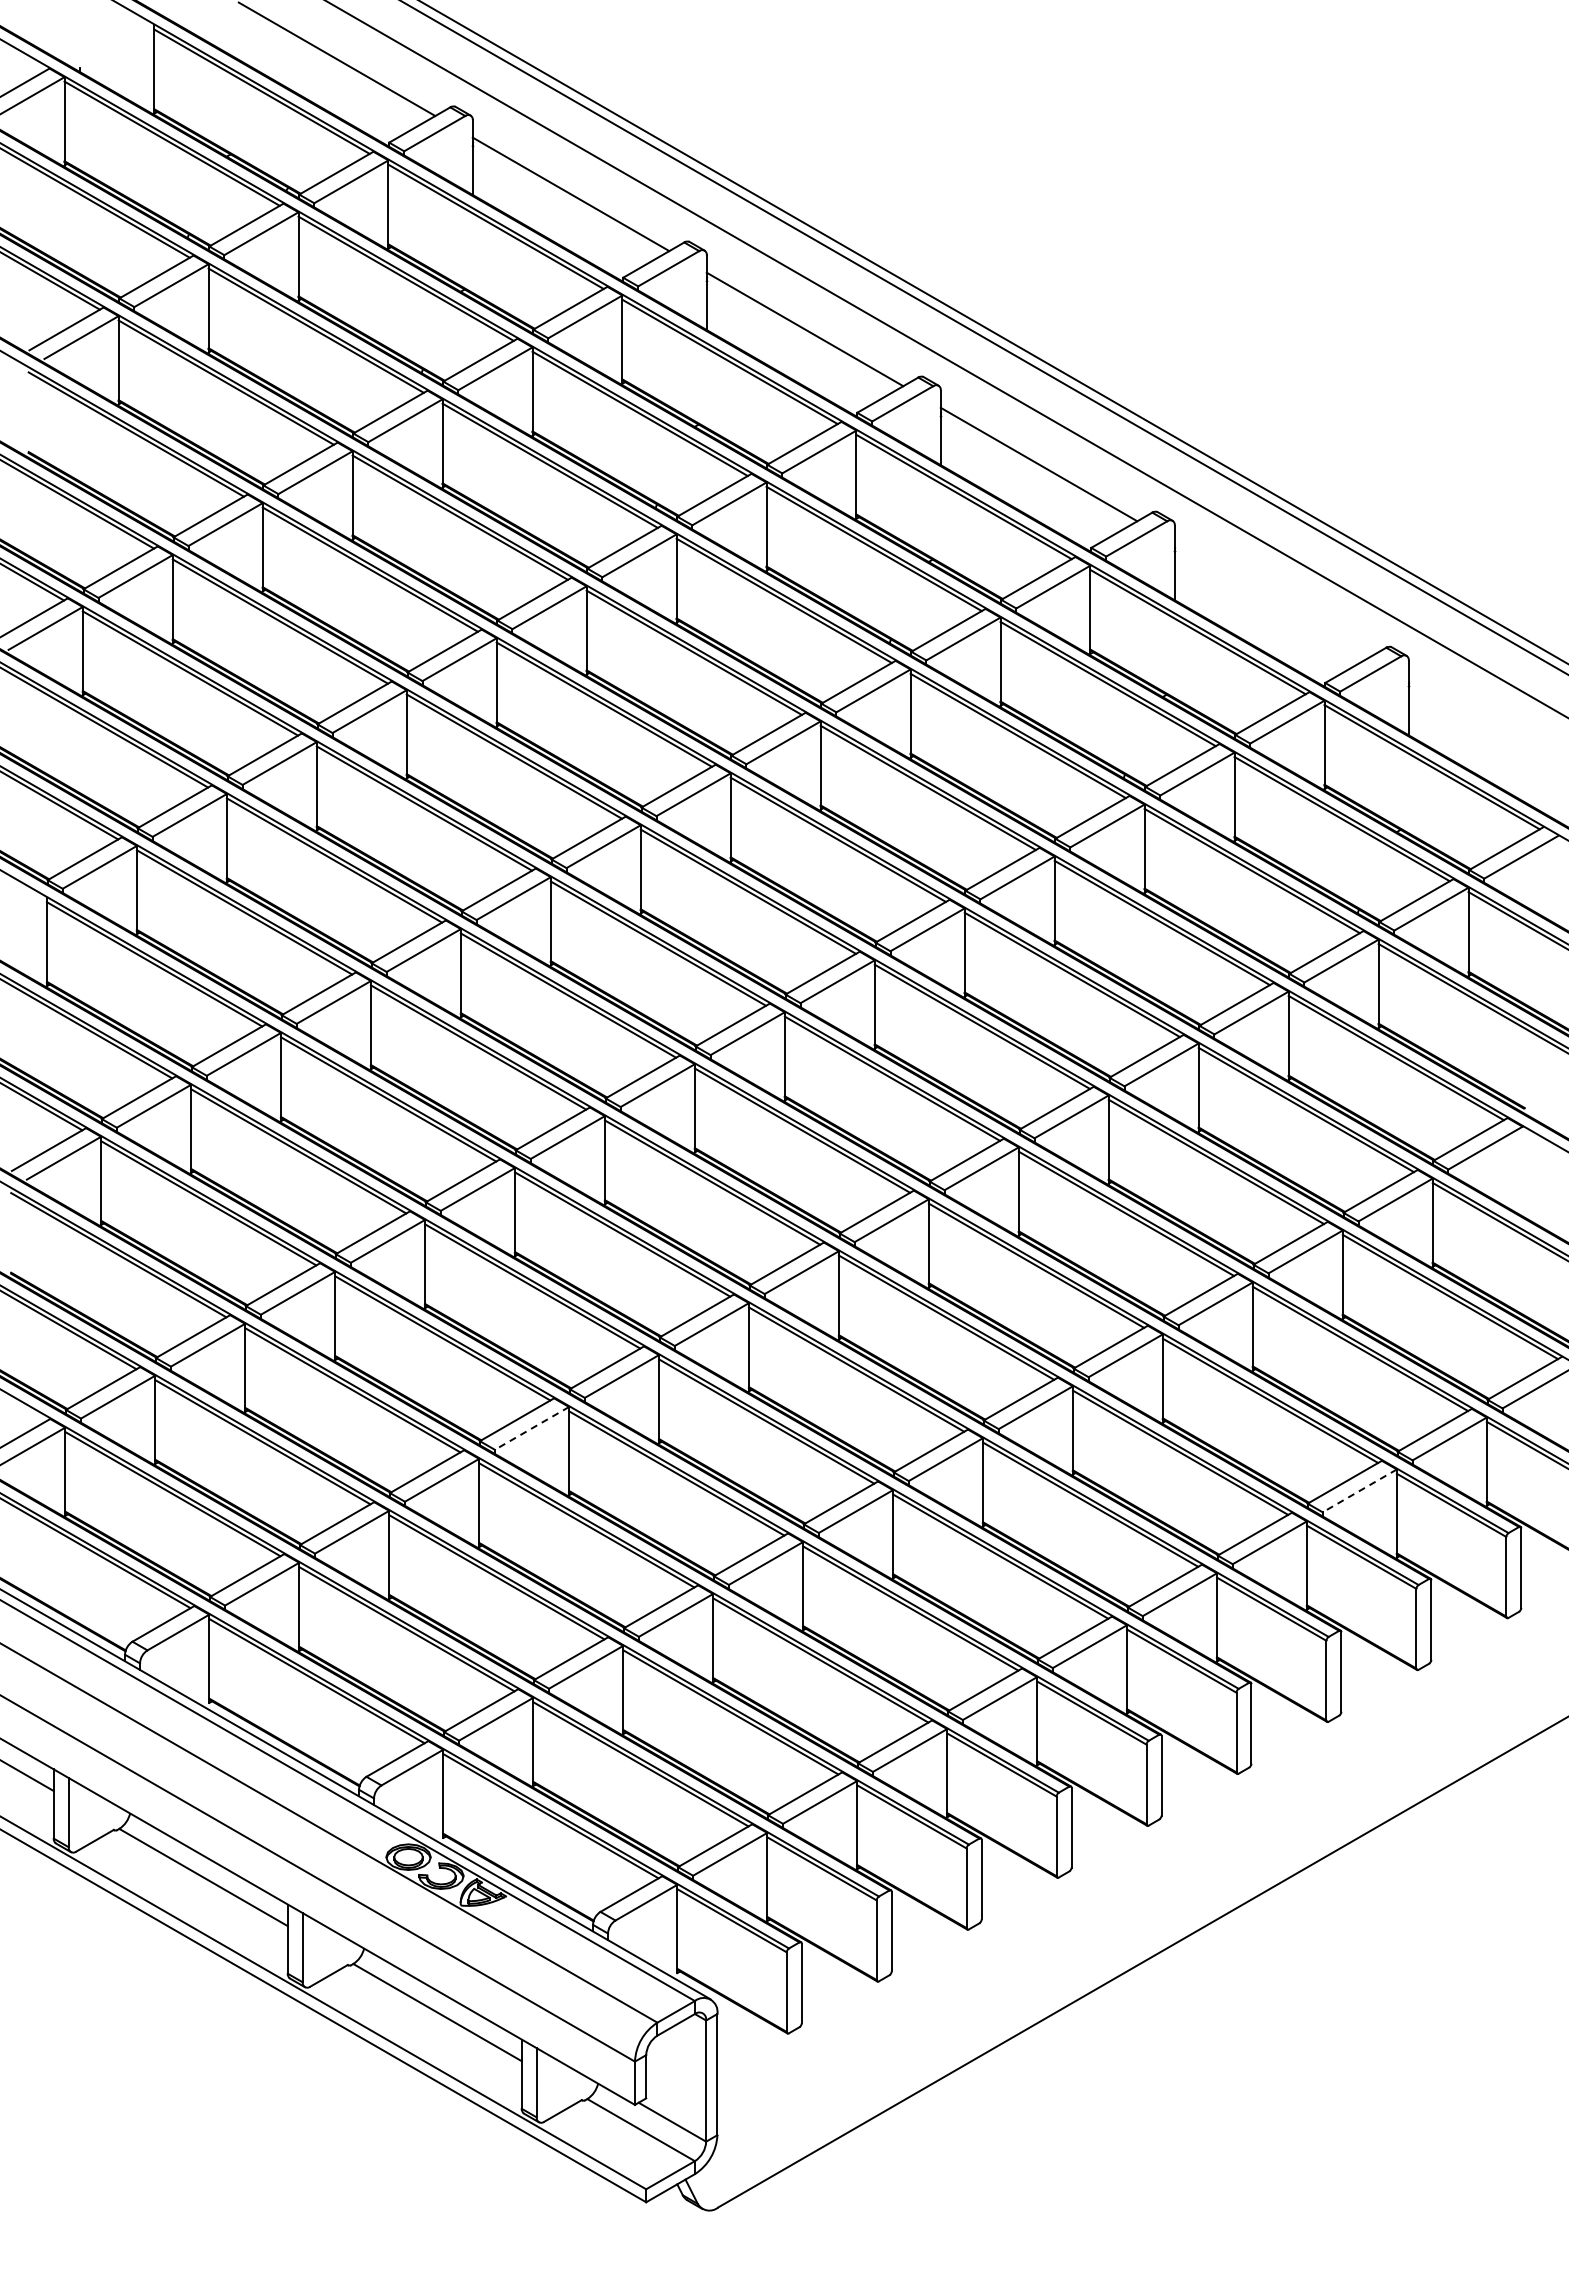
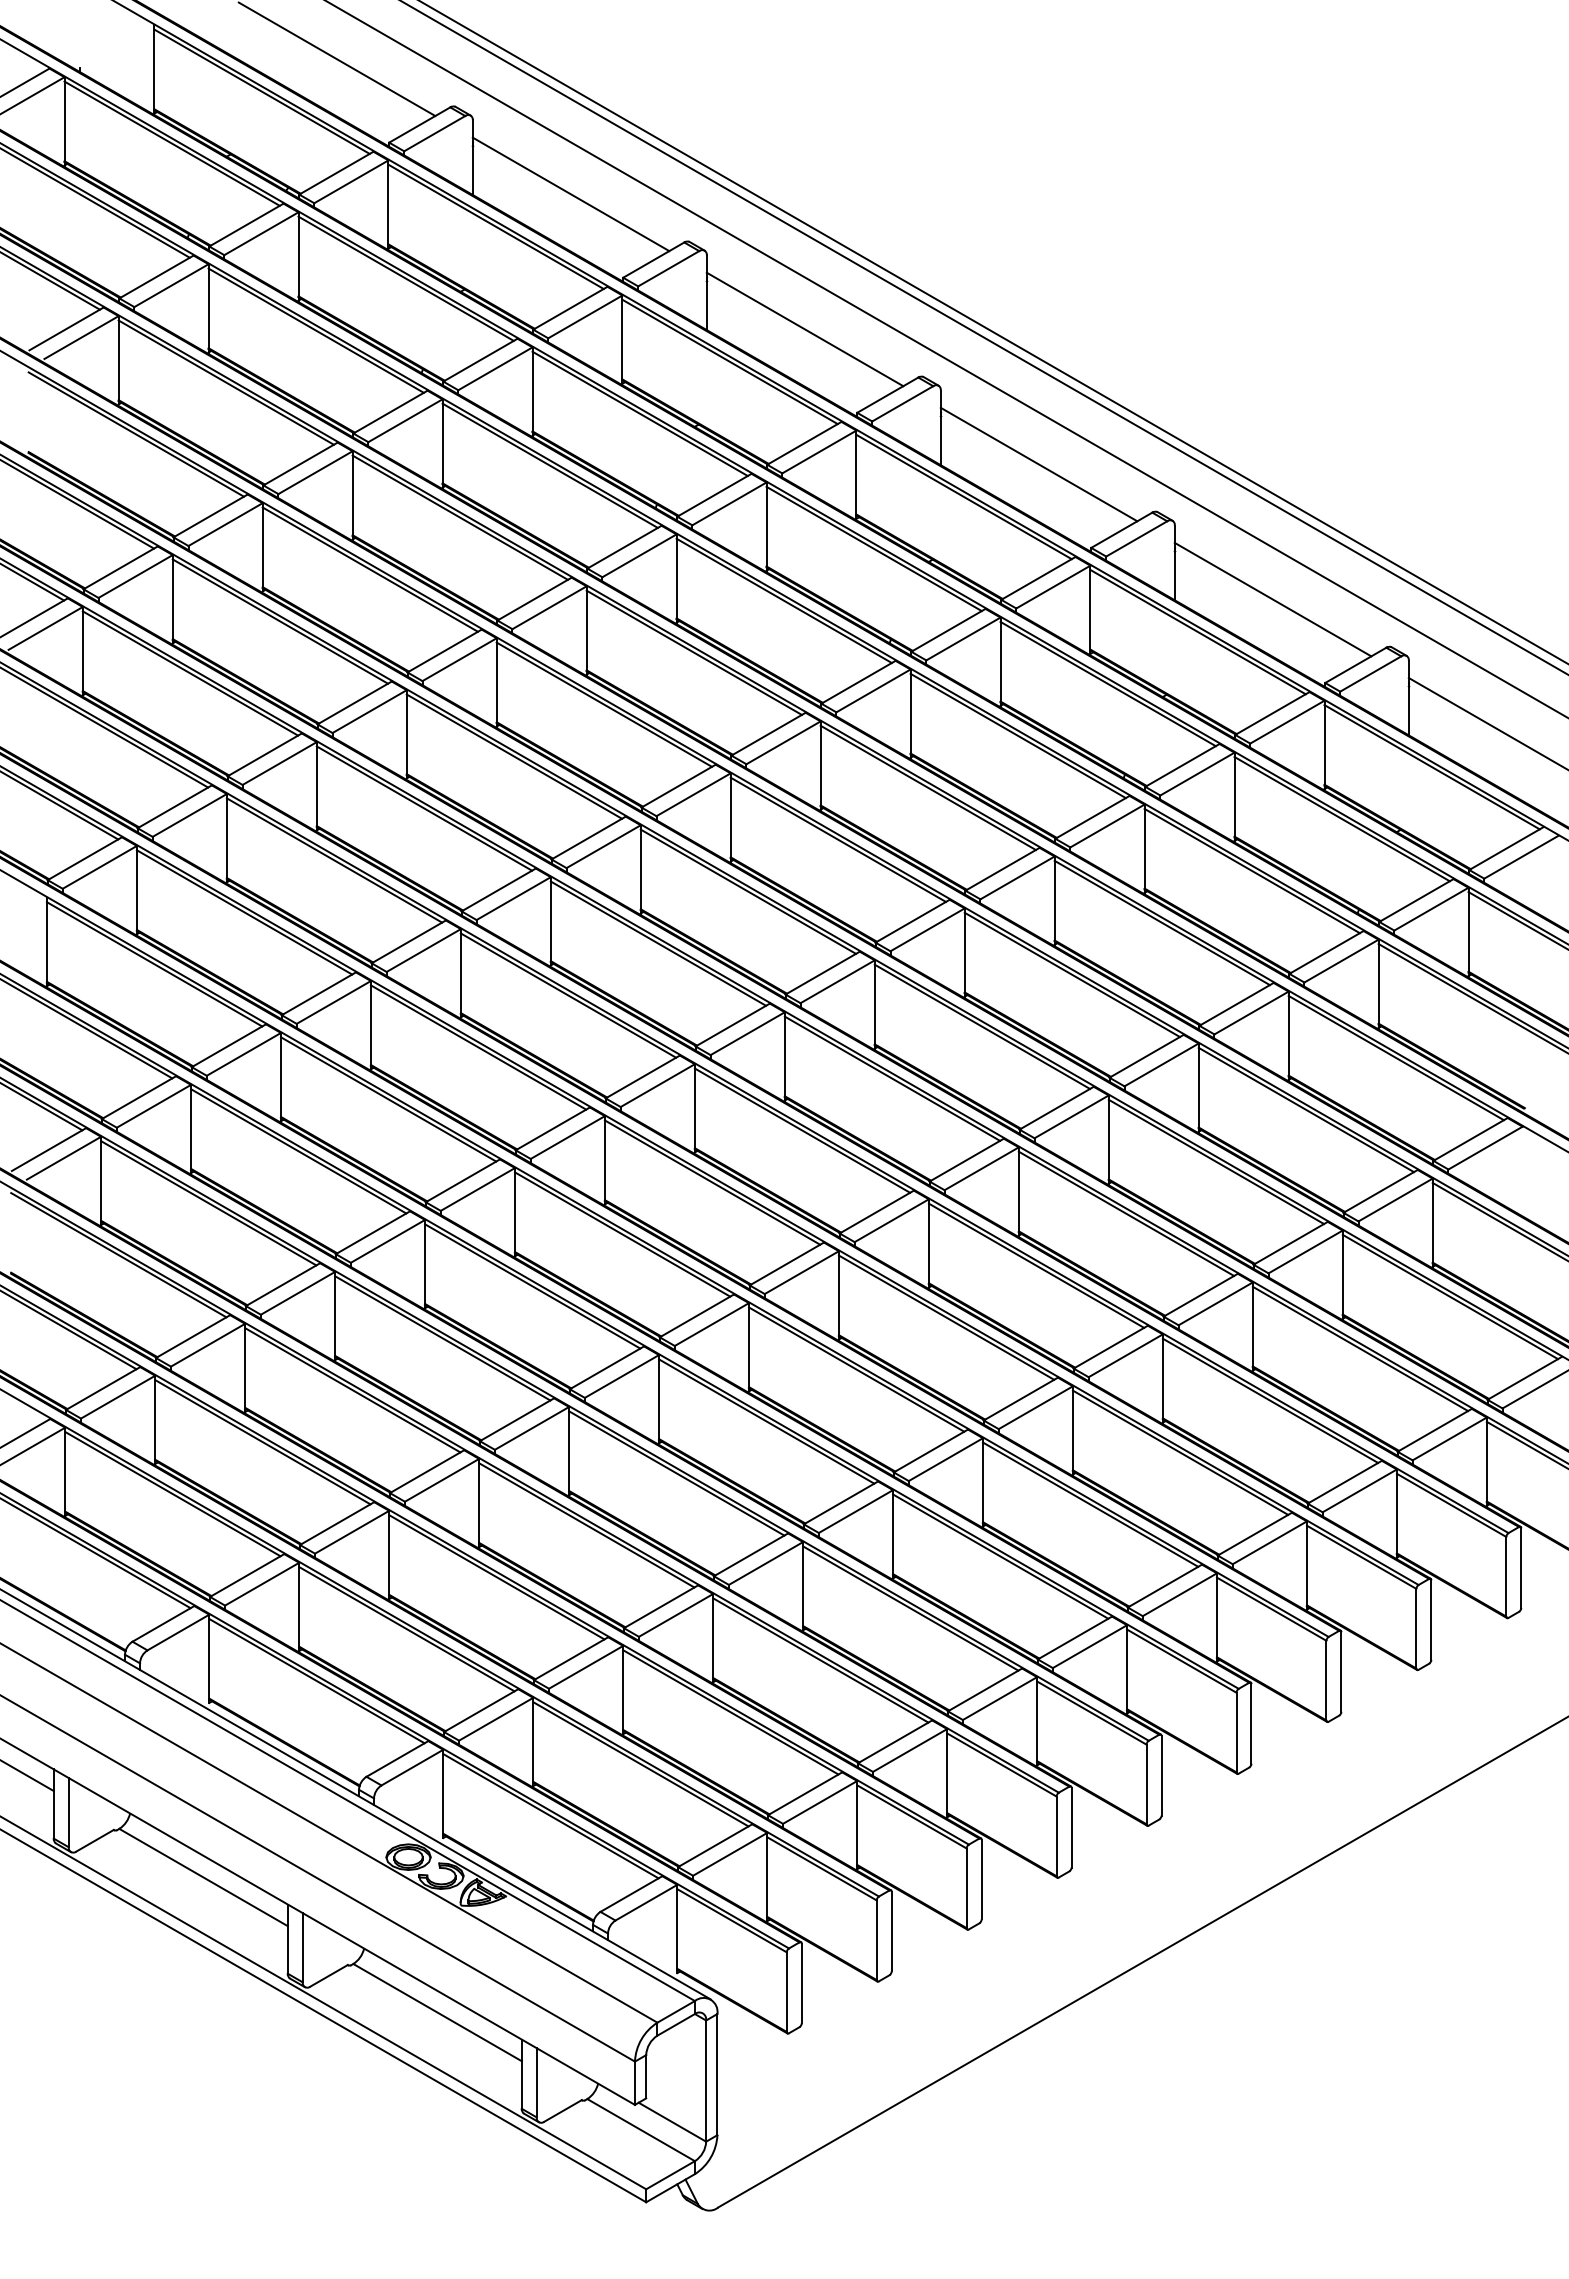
line at (1272, 599): none -> present
line at (1486, 722): none -> present
line at (532, 1428): dashed -> solid
line at (1359, 1490): dashed -> solid
